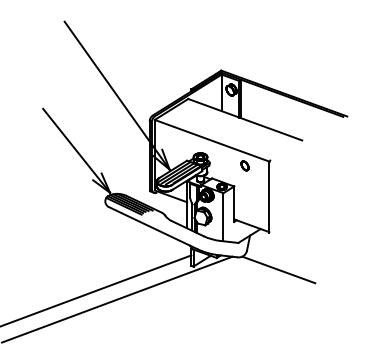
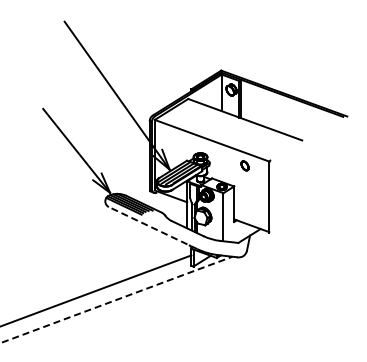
line at (153, 228): solid -> dashed
line at (278, 269): present -> none
line at (117, 299): solid -> dashed
